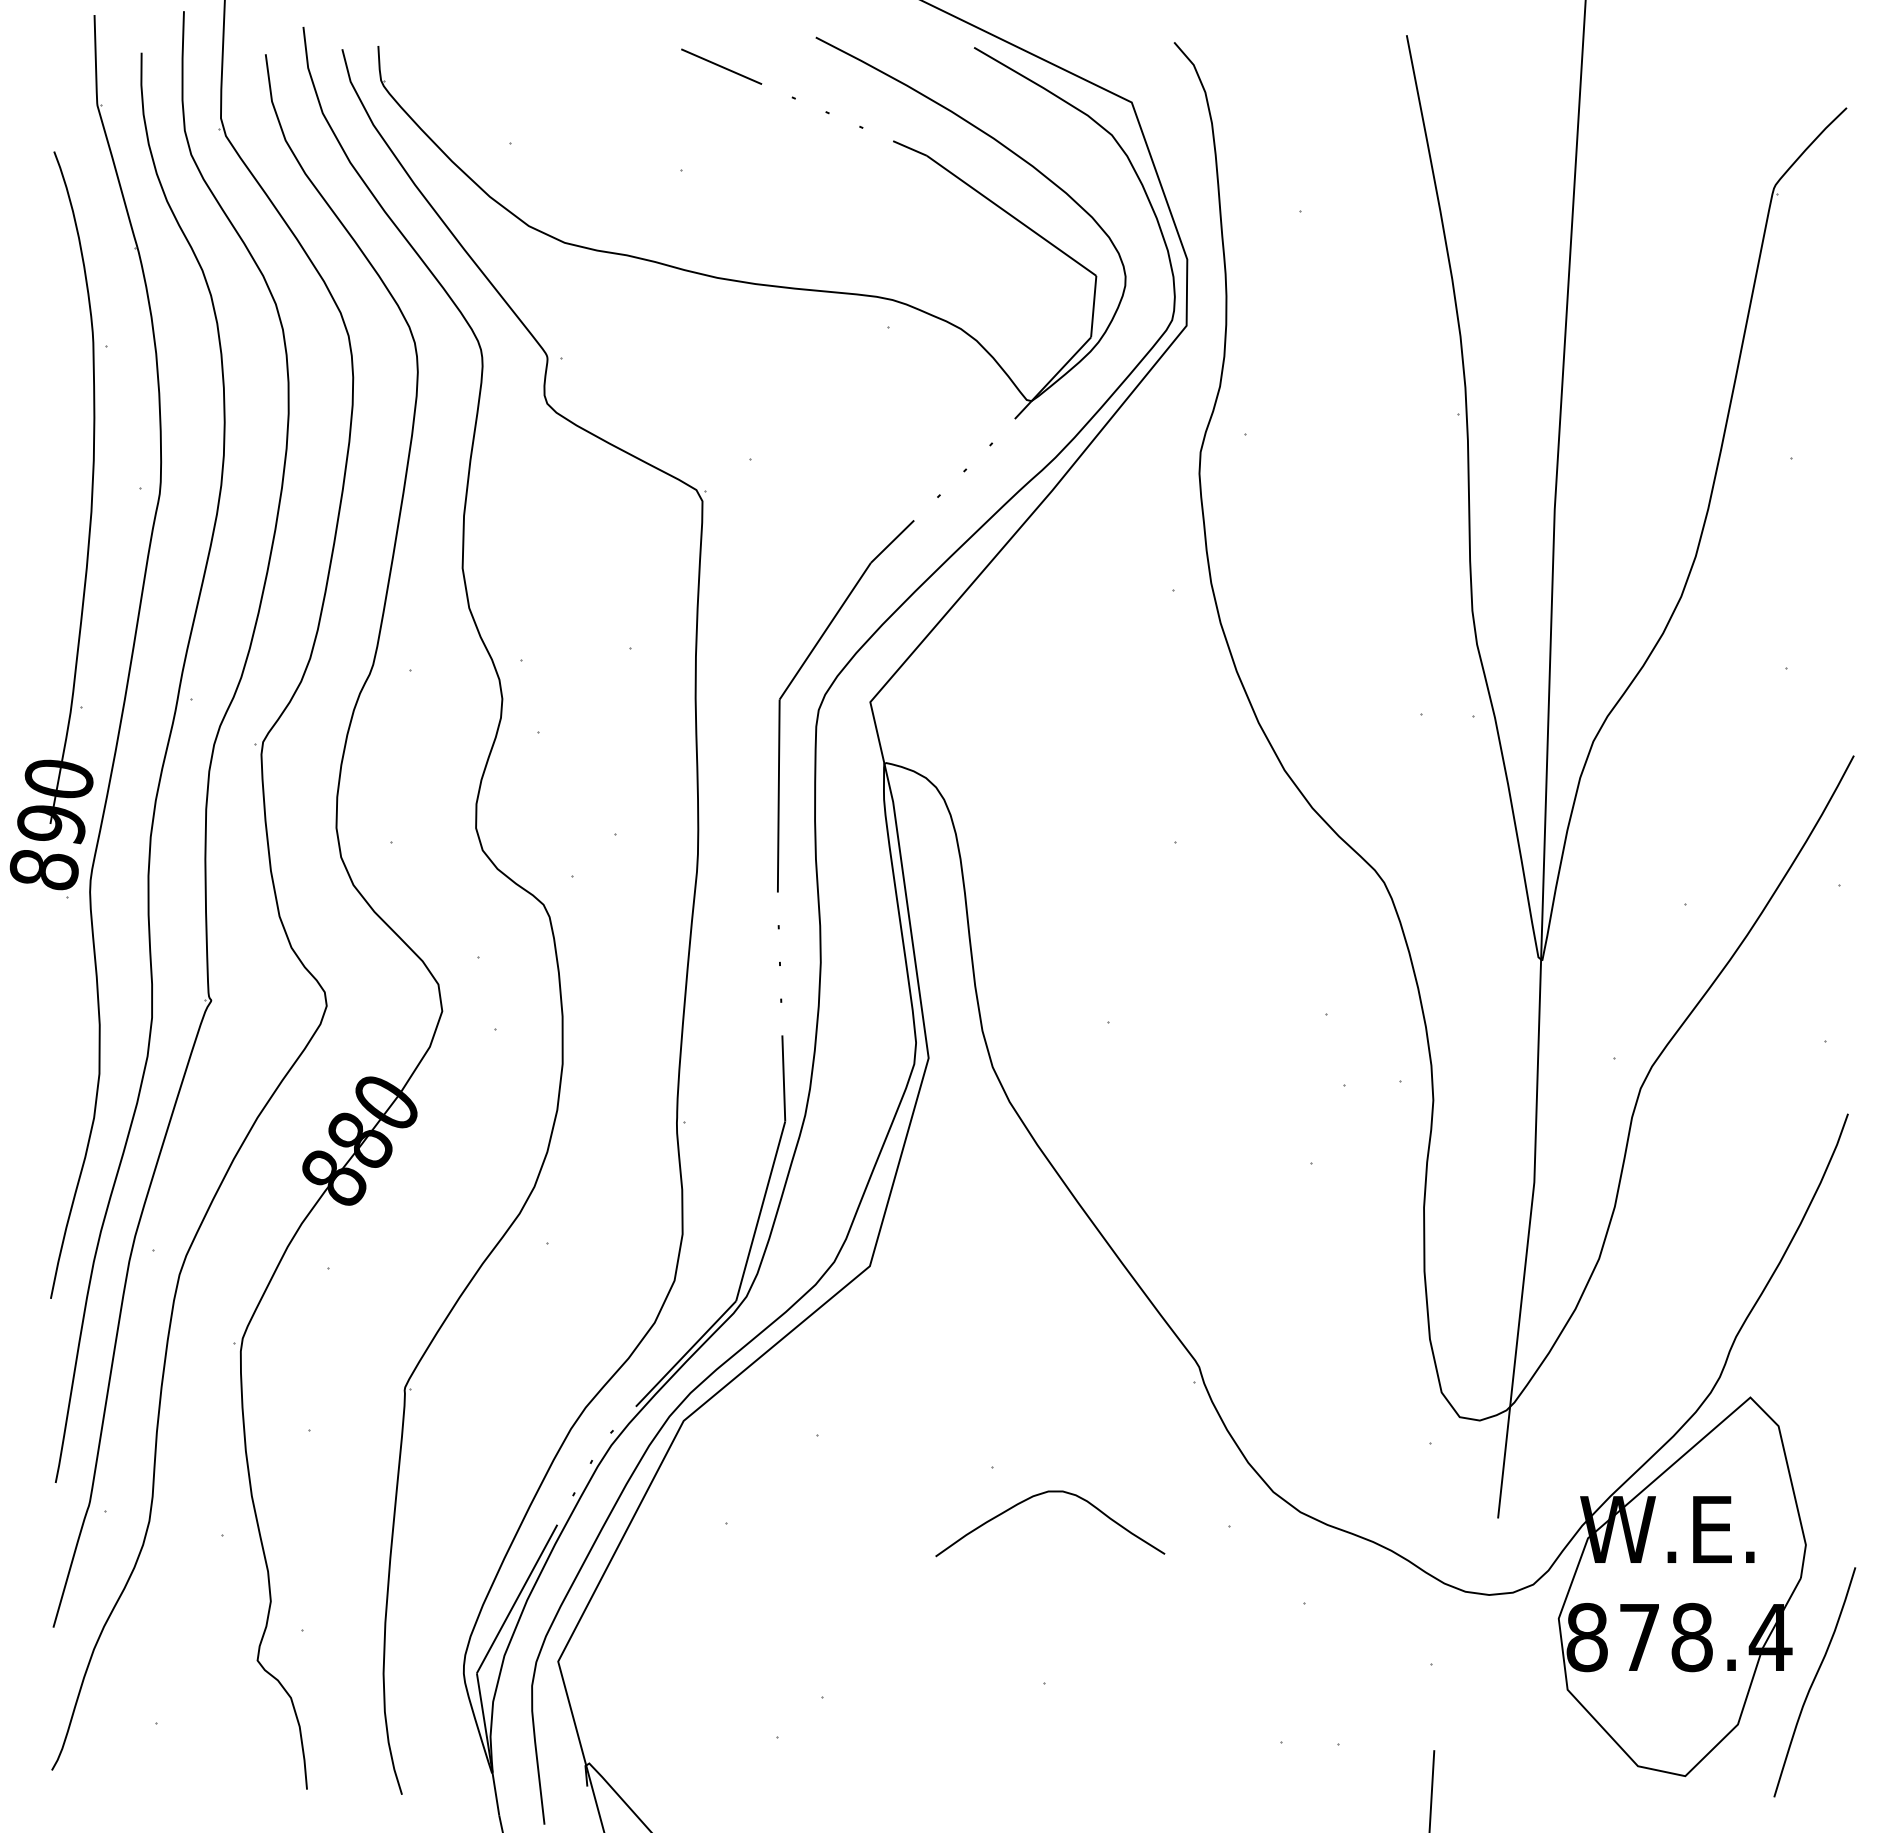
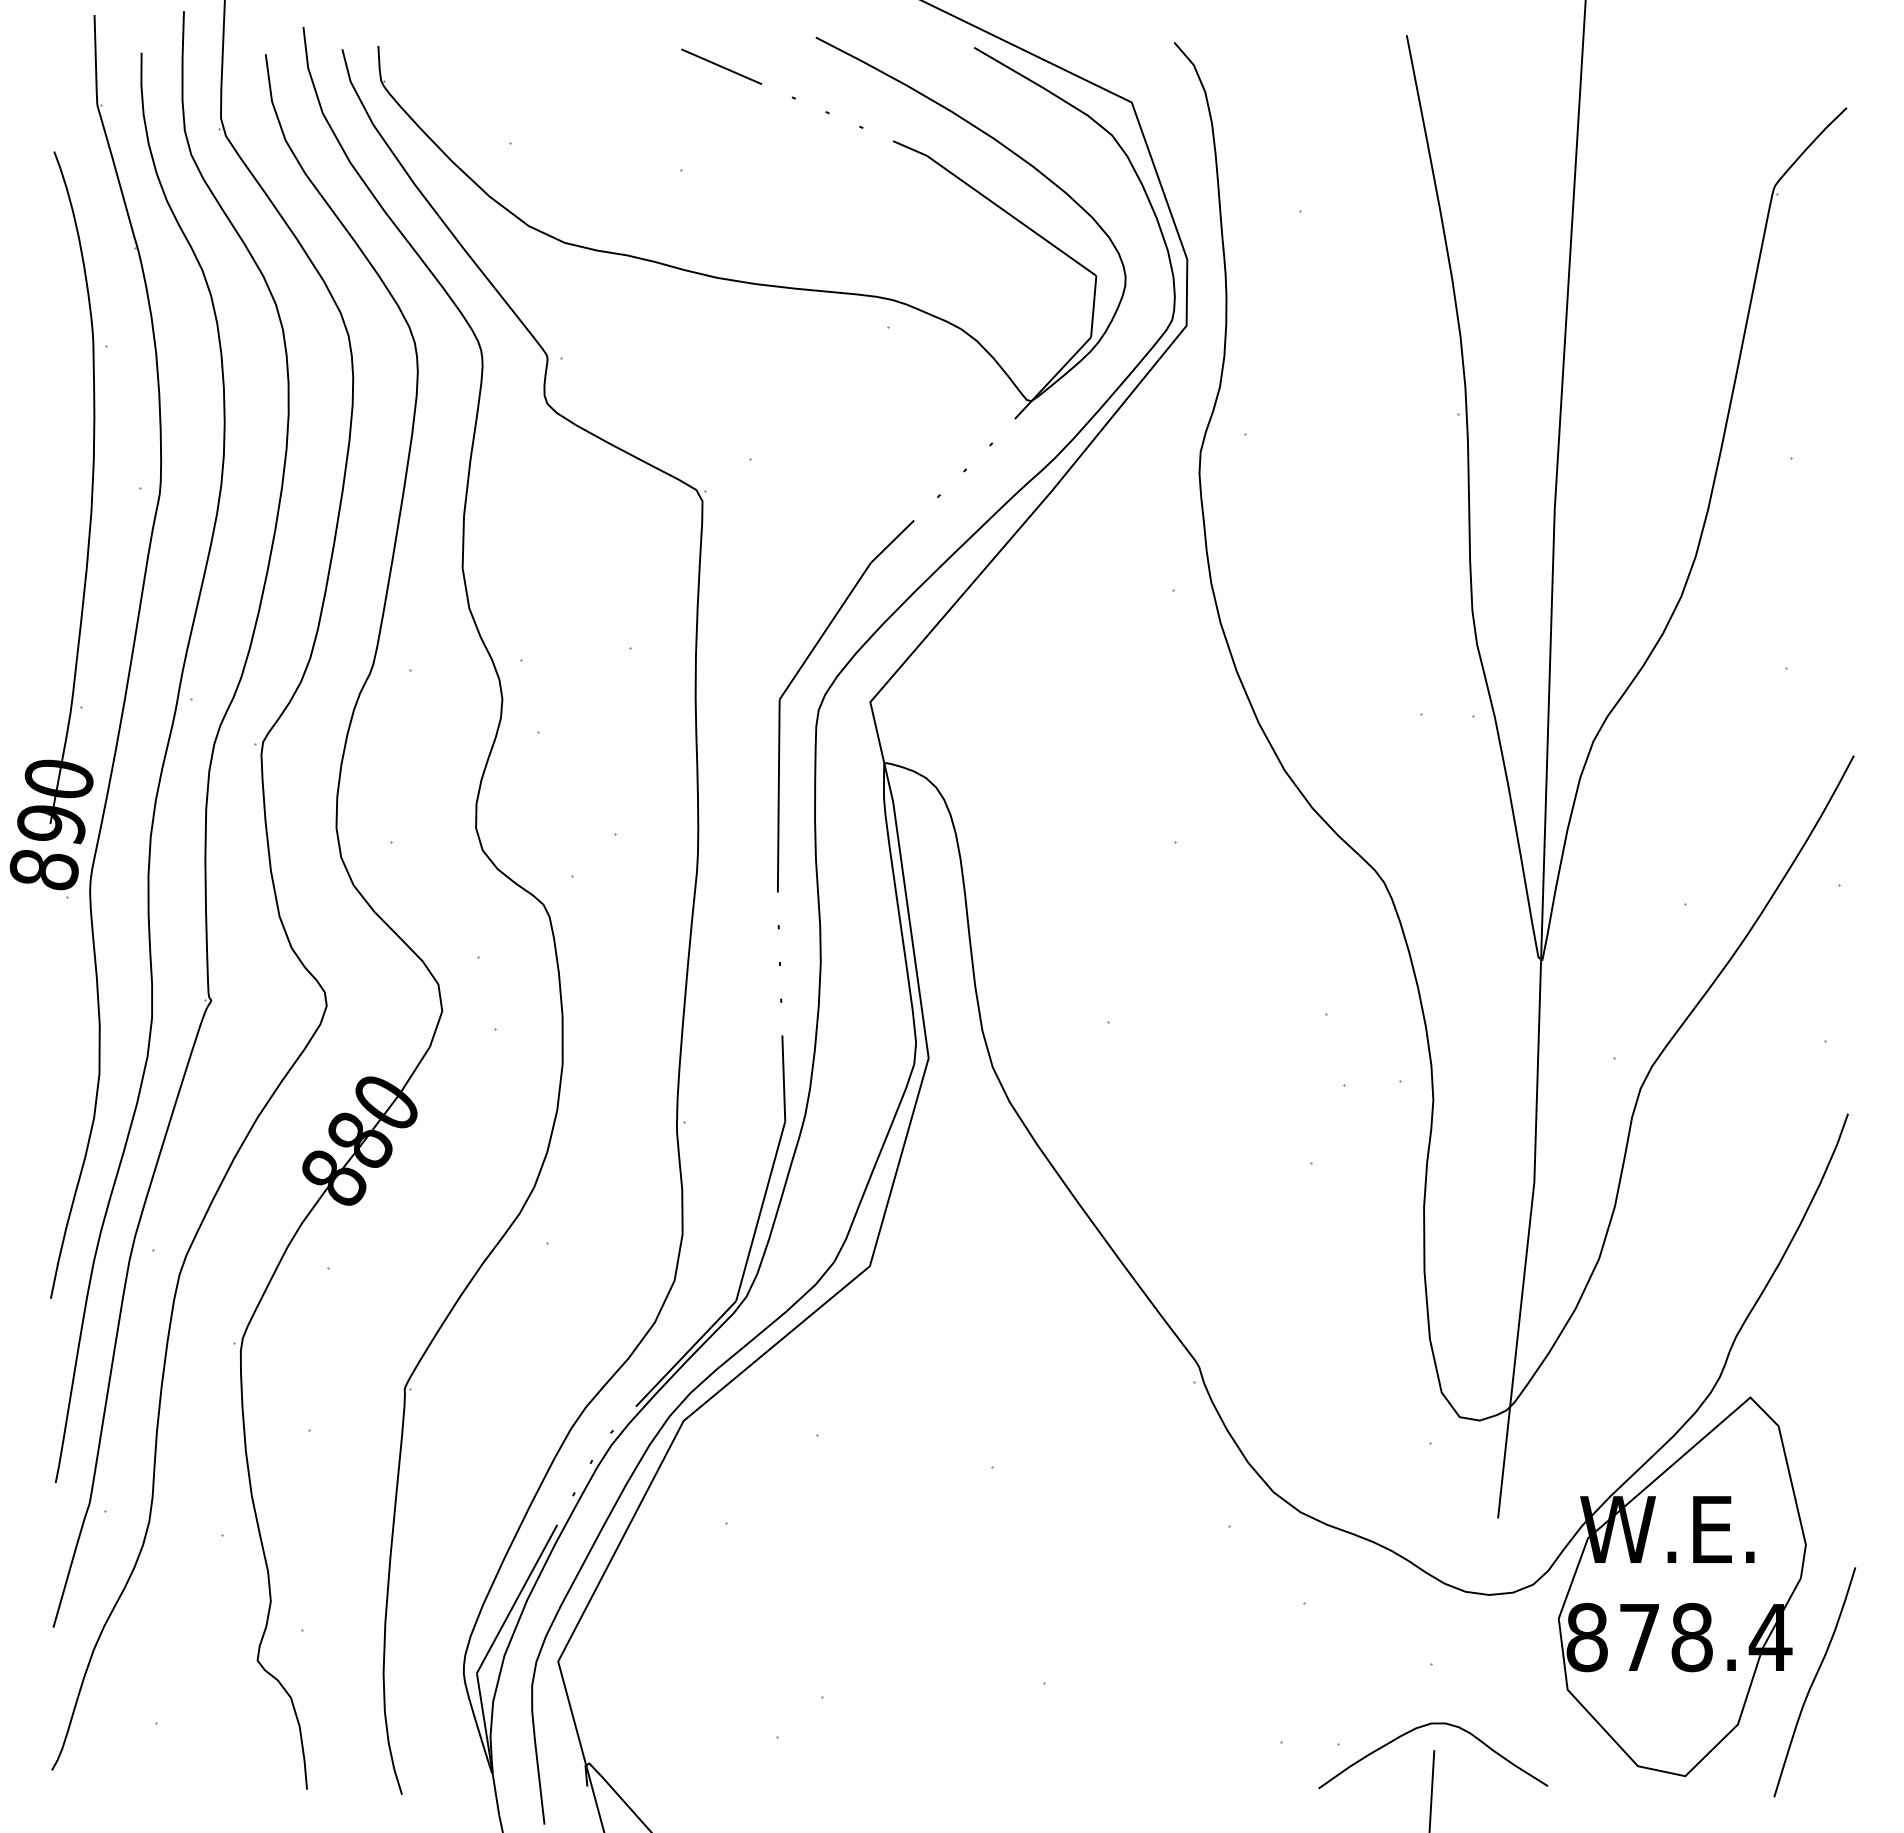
curve at (1042, 1494) position: (1042, 1494) -> (1425, 1726)
